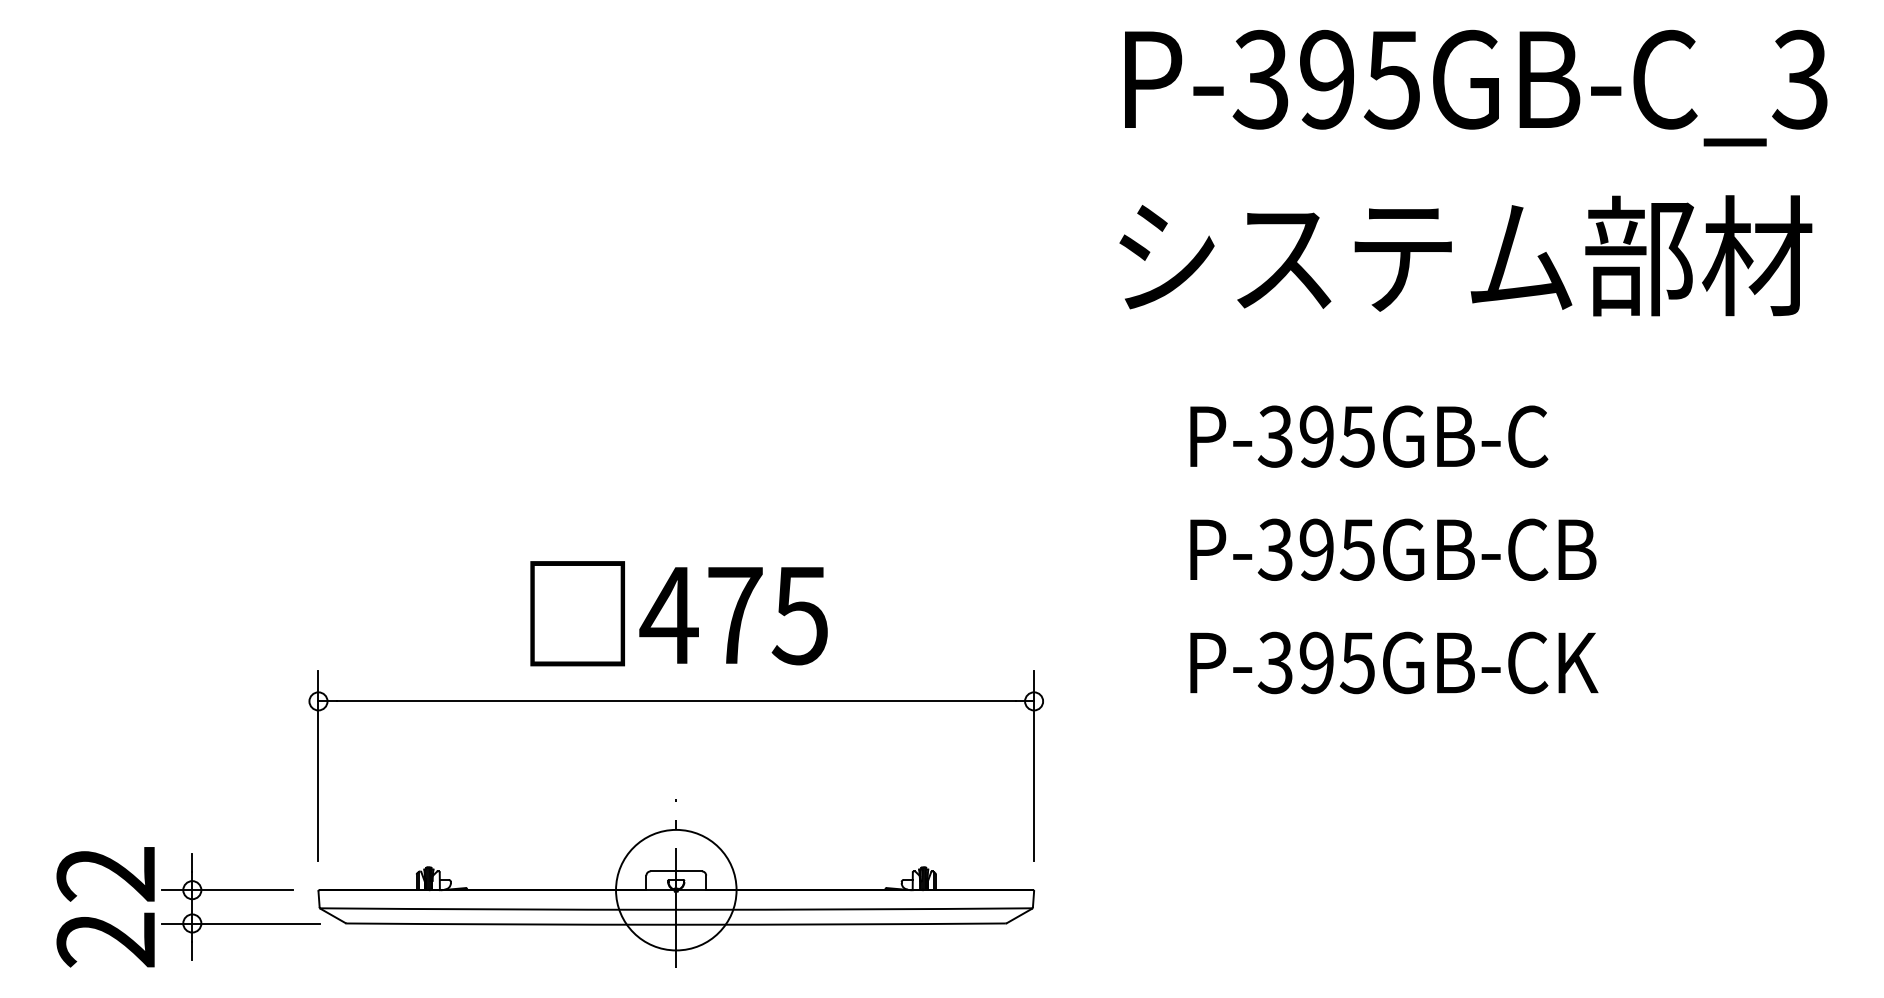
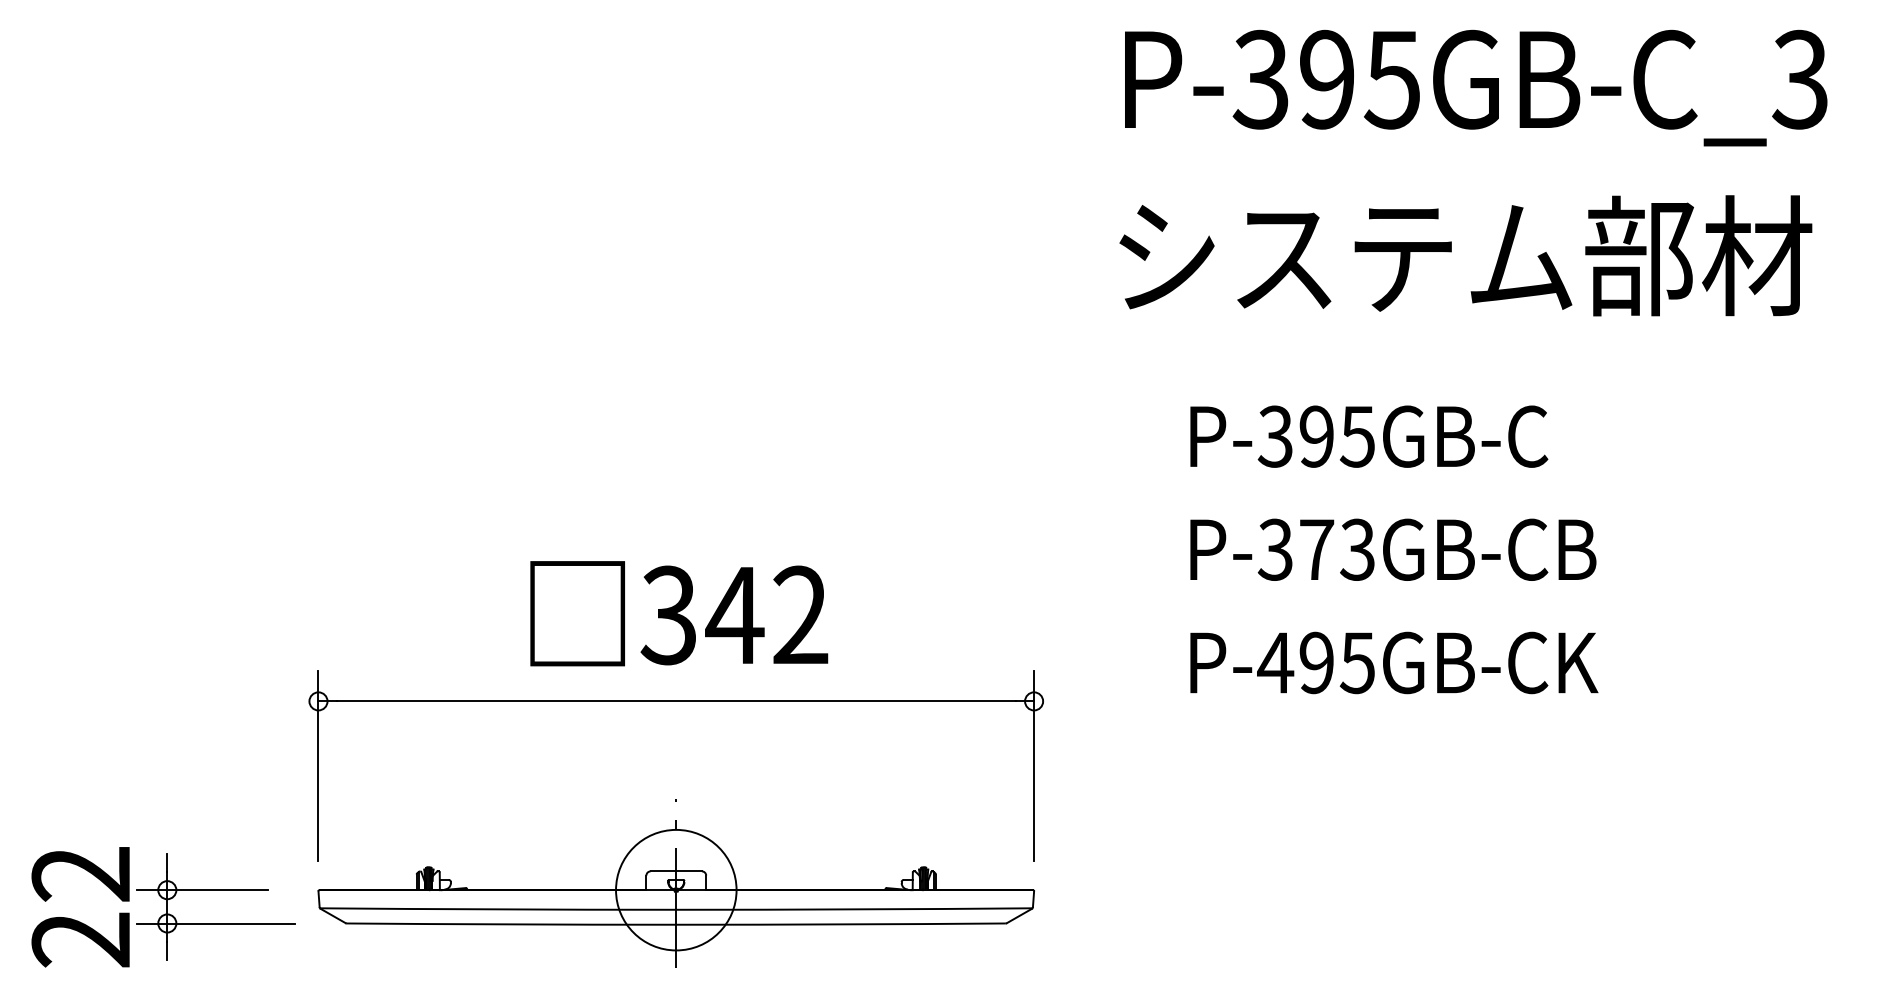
text at (1336, 549): P-395GB-CB -> P-373GB-CB
text at (733, 615): 475 -> 342
text at (1275, 662): P-395GB-CK -> P-495GB-CK
part at (188, 907) position: (188, 907) -> (163, 907)
